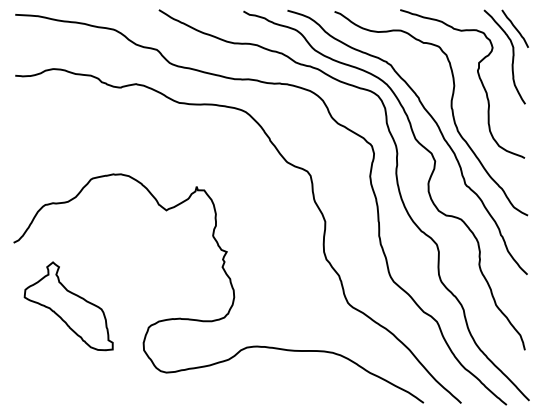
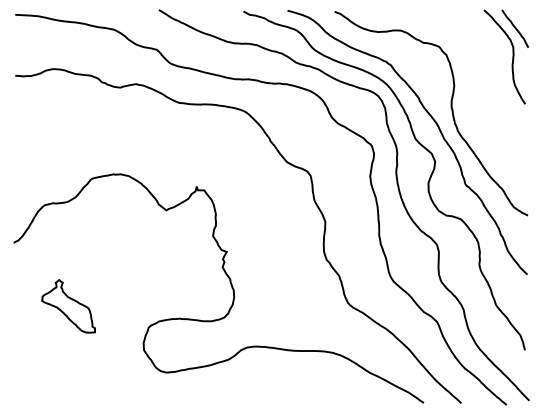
curve at (478, 77): present -> none
part at (68, 306) size: 91x91 px -> 55x55 px
